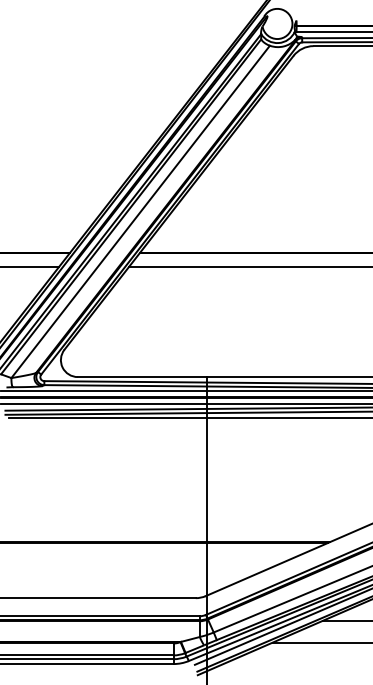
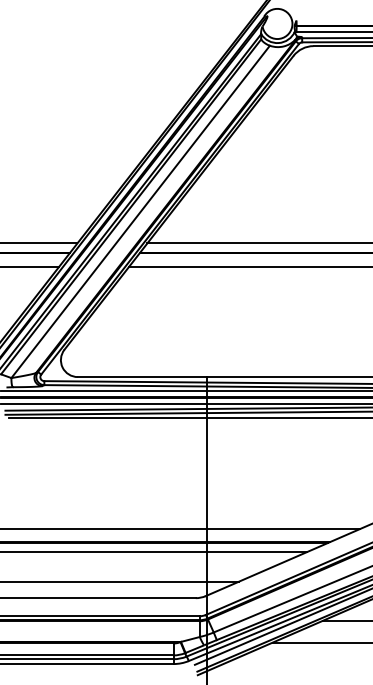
line at (39, 243): none -> present
line at (258, 243): none -> present
line at (181, 529): none -> present
line at (154, 552): none -> present
line at (120, 581): none -> present
